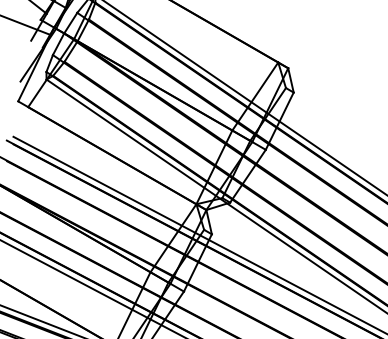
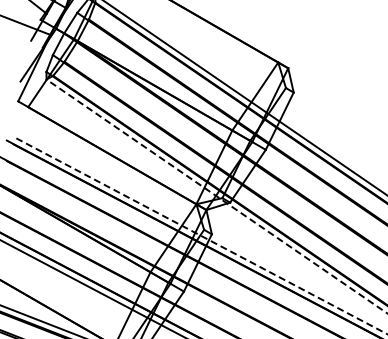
line at (217, 196): solid -> dashed
line at (200, 235): solid -> dashed
